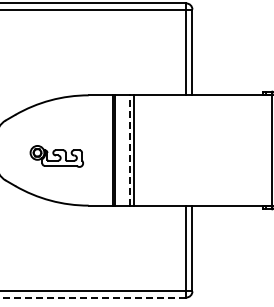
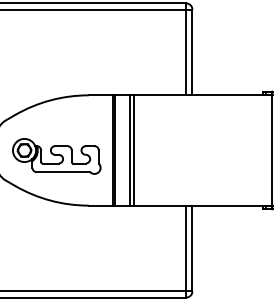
line at (129, 150): dashed -> solid
part at (56, 156) size: 55x23 px -> 90x37 px
line at (93, 297): dashed -> solid
